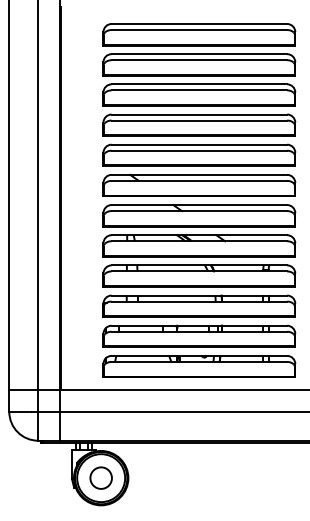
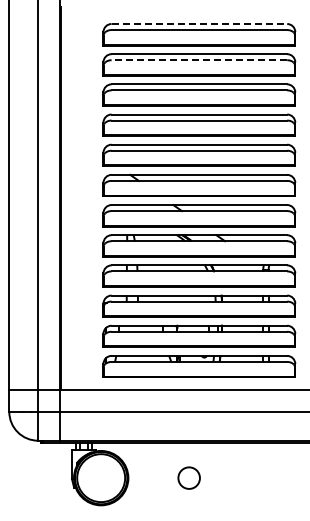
line at (199, 24): solid -> dashed
line at (199, 60): solid -> dashed
circle at (100, 477) position: (100, 477) -> (188, 477)
